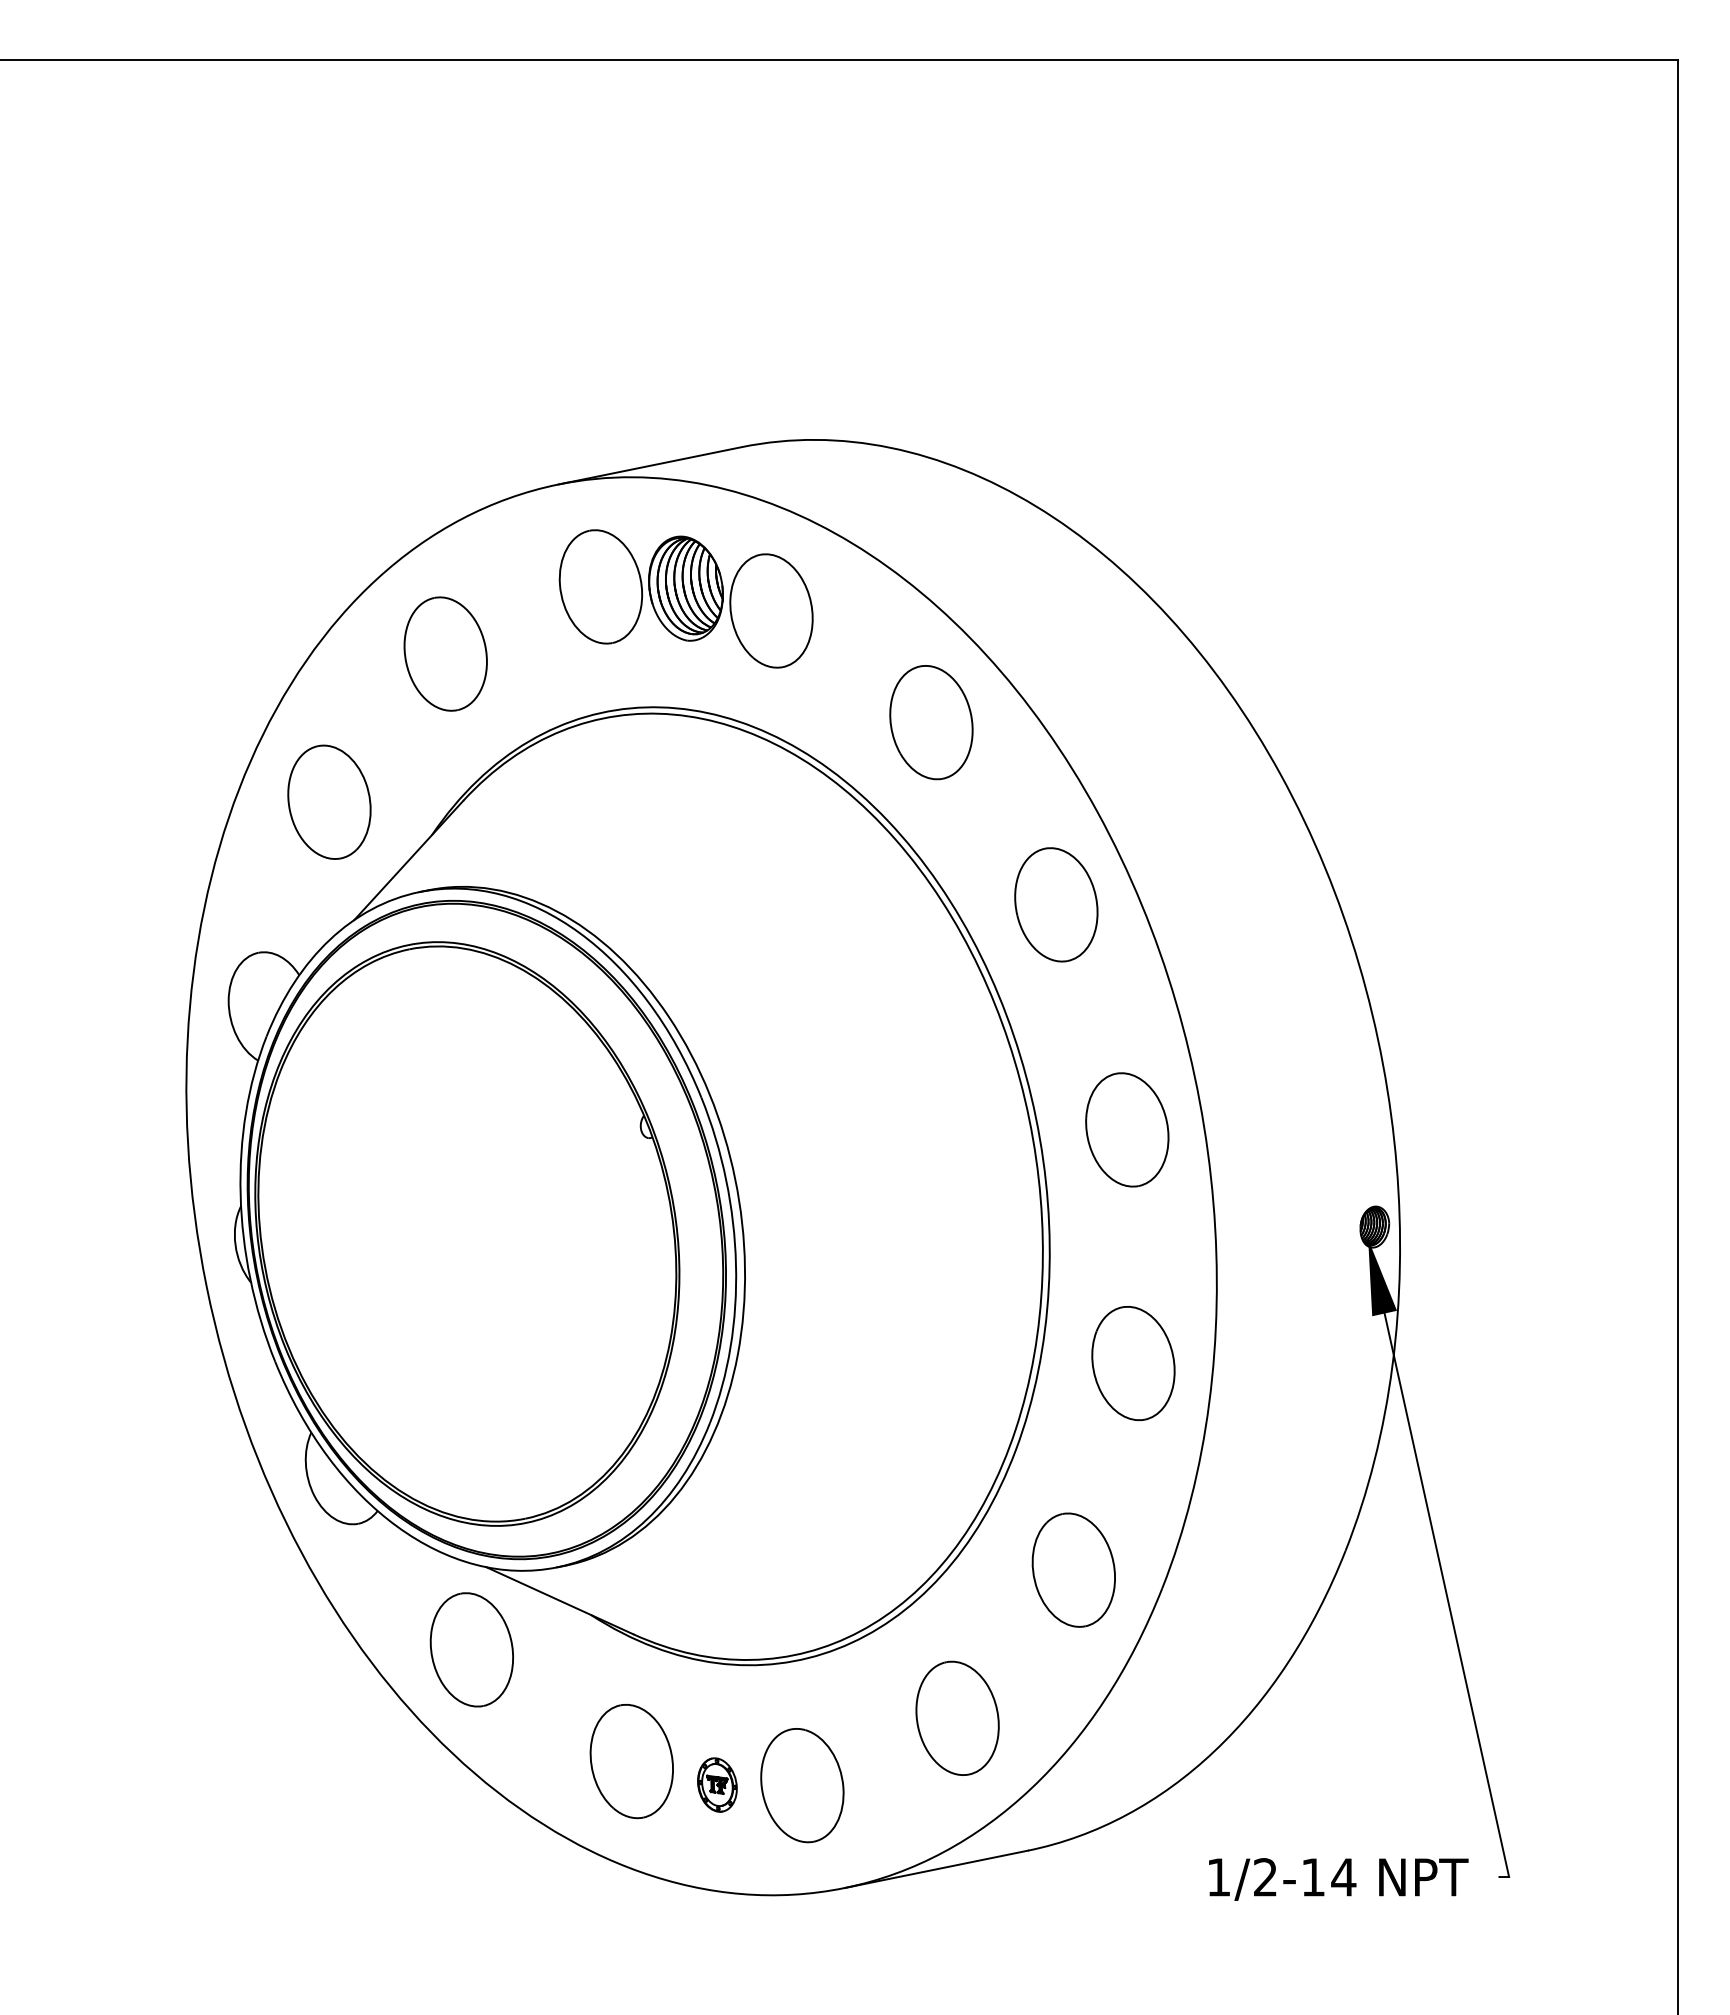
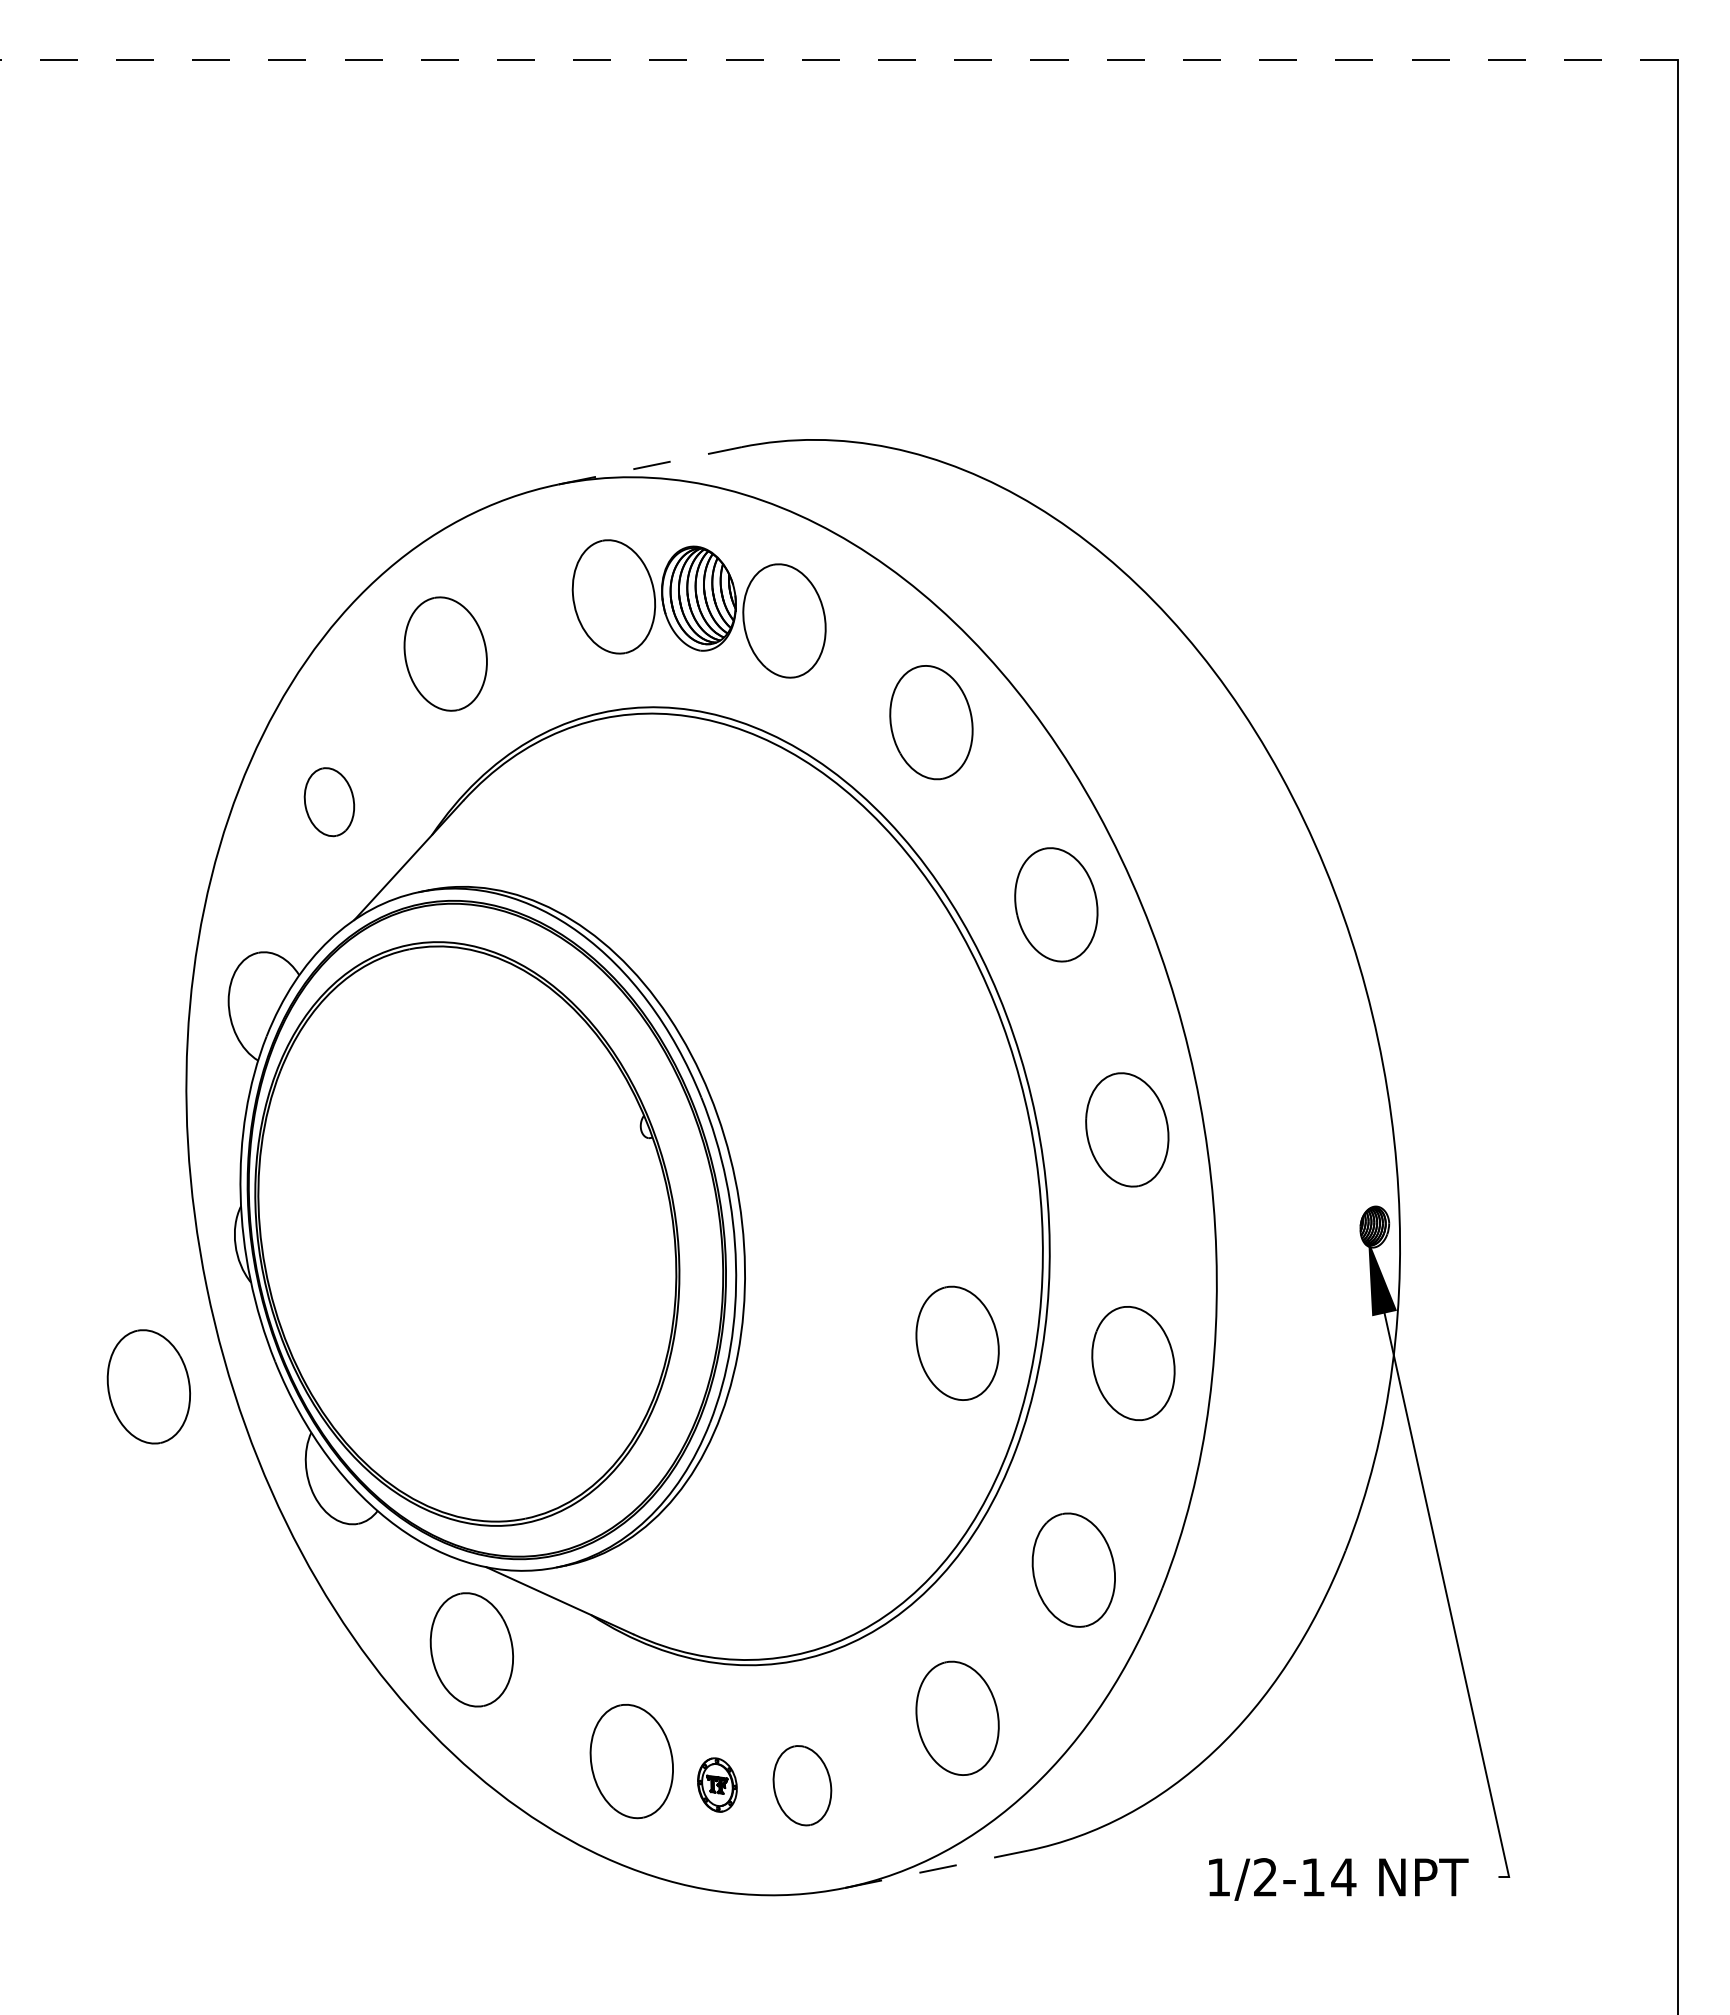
line at (839, 60): solid -> dashed
line at (650, 465): solid -> dashed
part at (685, 598) position: (685, 598) -> (698, 608)
part at (329, 801) size: 85x116 px -> 53x71 px
part at (957, 1342): none -> present
part at (148, 1386): none -> present
part at (802, 1785) size: 85x116 px -> 61x82 px
line at (936, 1869): solid -> dashed
